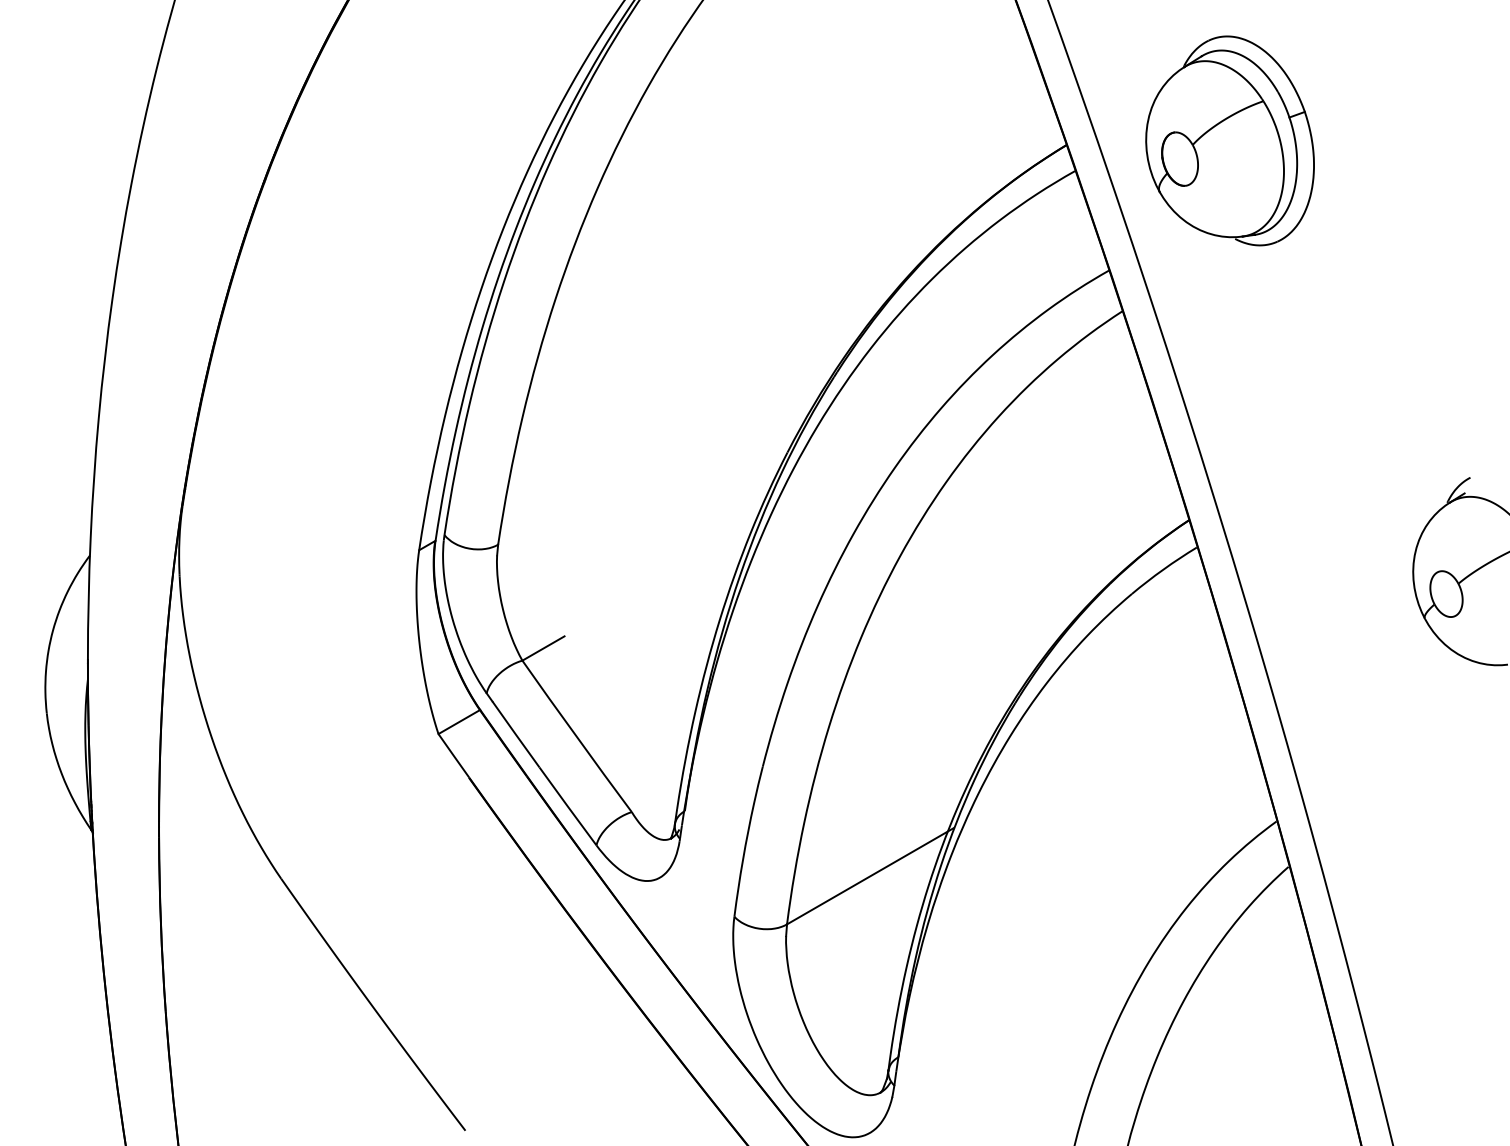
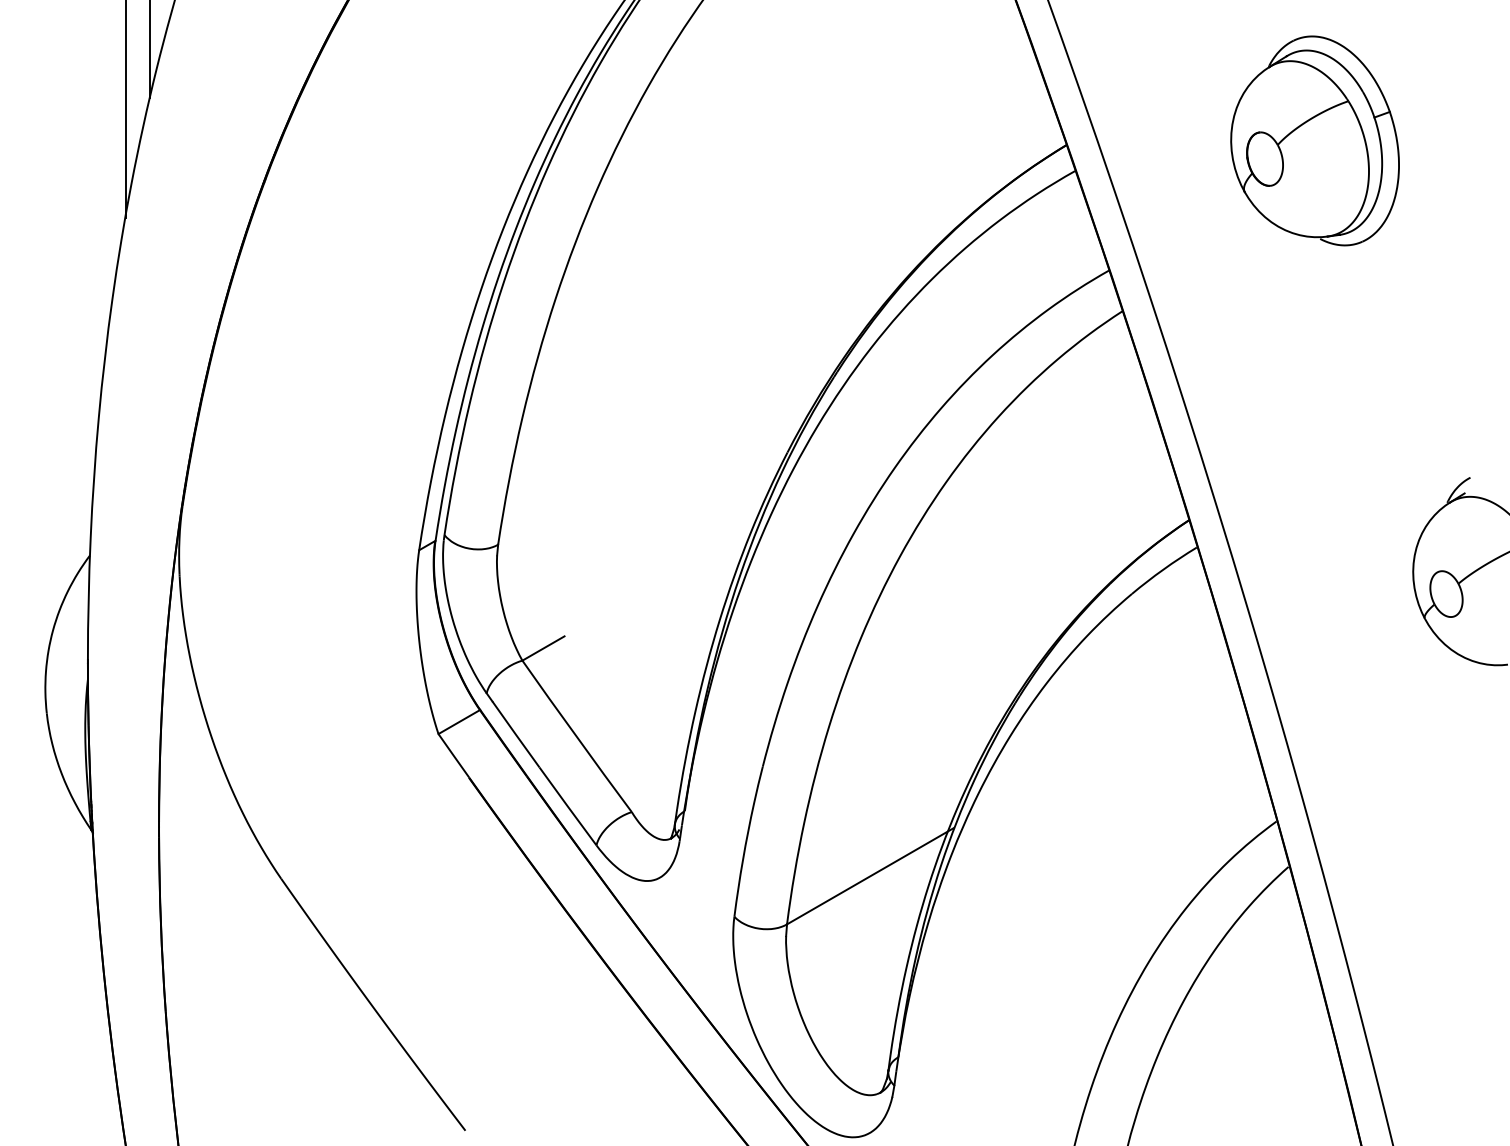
line at (150, 50): none -> present
line at (125, 110): none -> present
part at (1229, 140) position: (1229, 140) -> (1314, 140)
